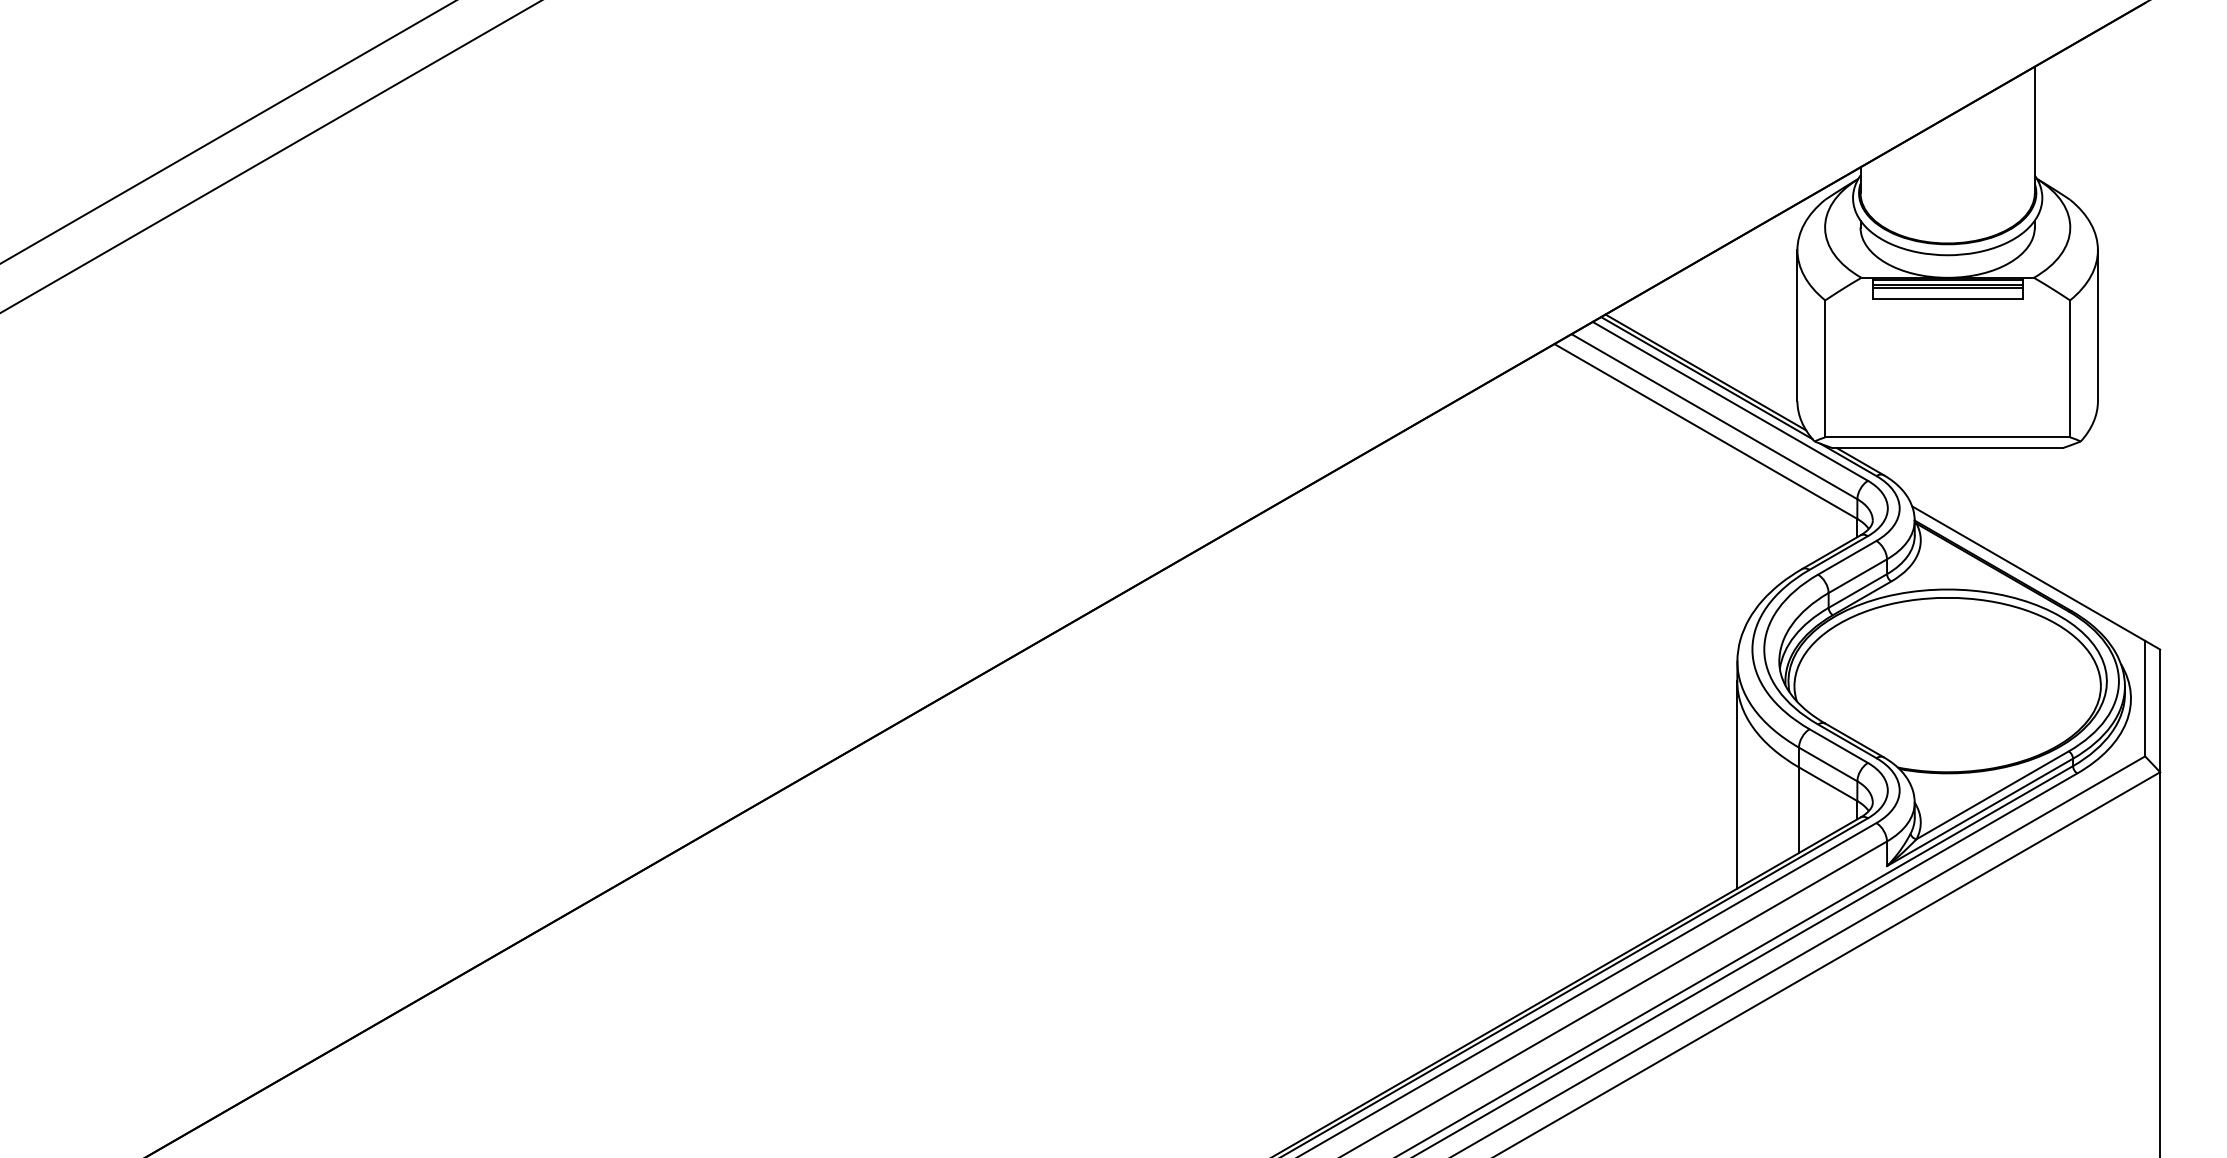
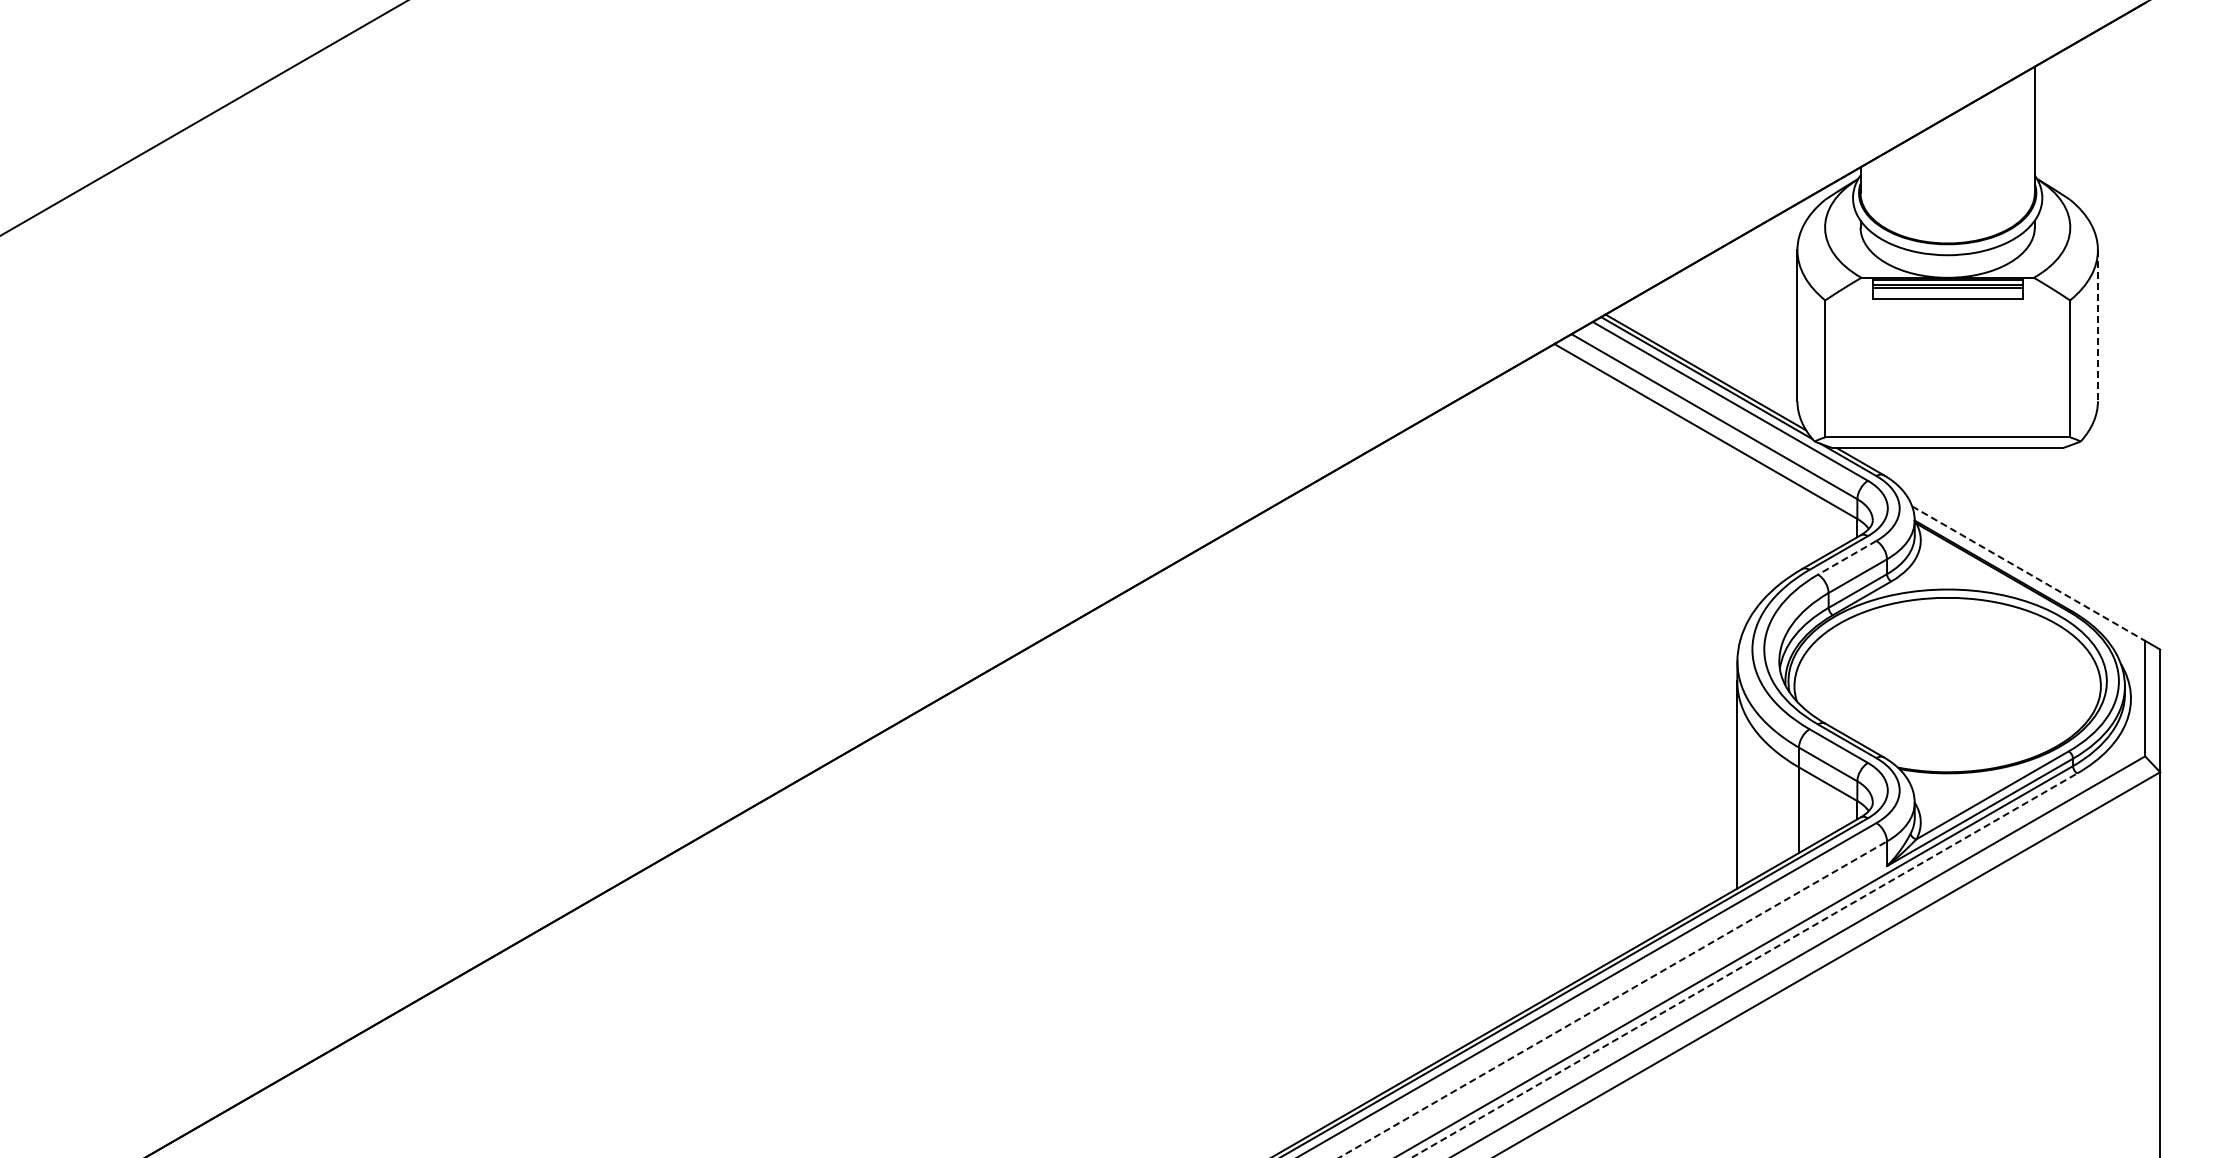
line at (227, 132) position: (227, 132) -> (203, 118)
line at (270, 156): present -> none
line at (2097, 325): solid -> dashed
line at (1847, 557): solid -> dashed
line at (2028, 573): solid -> dashed
line at (1744, 965): solid -> dashed
line at (1613, 999): solid -> dashed
